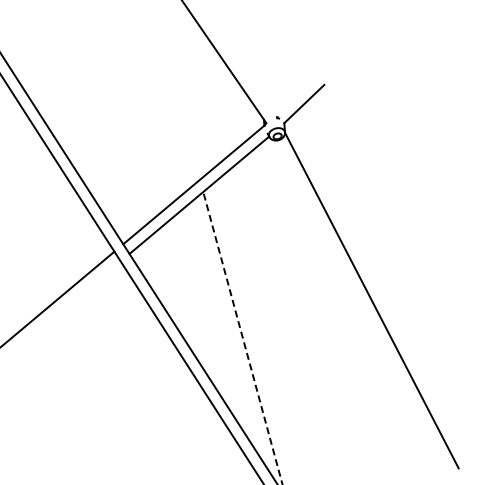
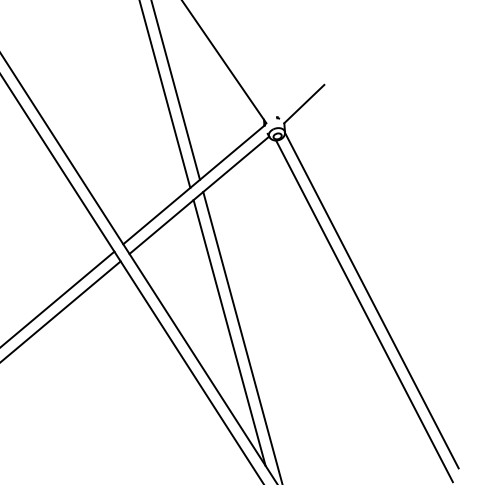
line at (175, 90): none -> present
line at (164, 94): none -> present
line at (61, 310): none -> present
line at (364, 310): none -> present
line at (229, 332): none -> present
line at (242, 337): dashed -> solid
